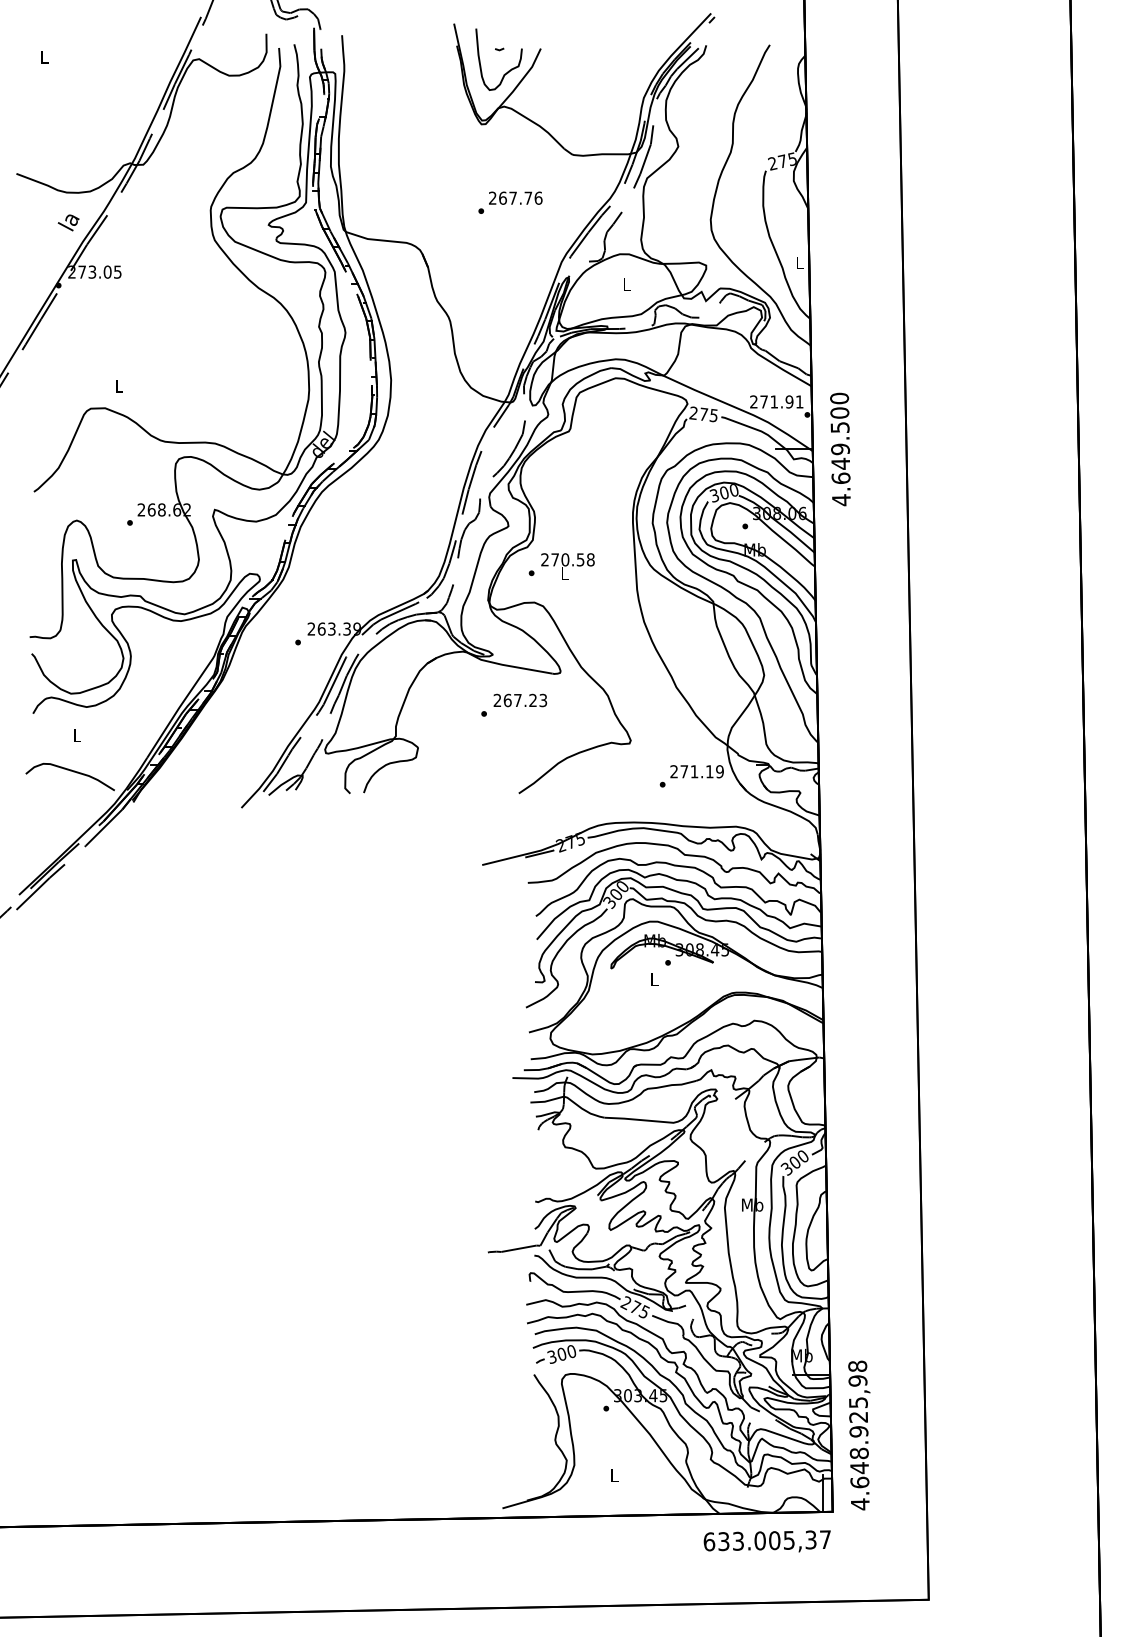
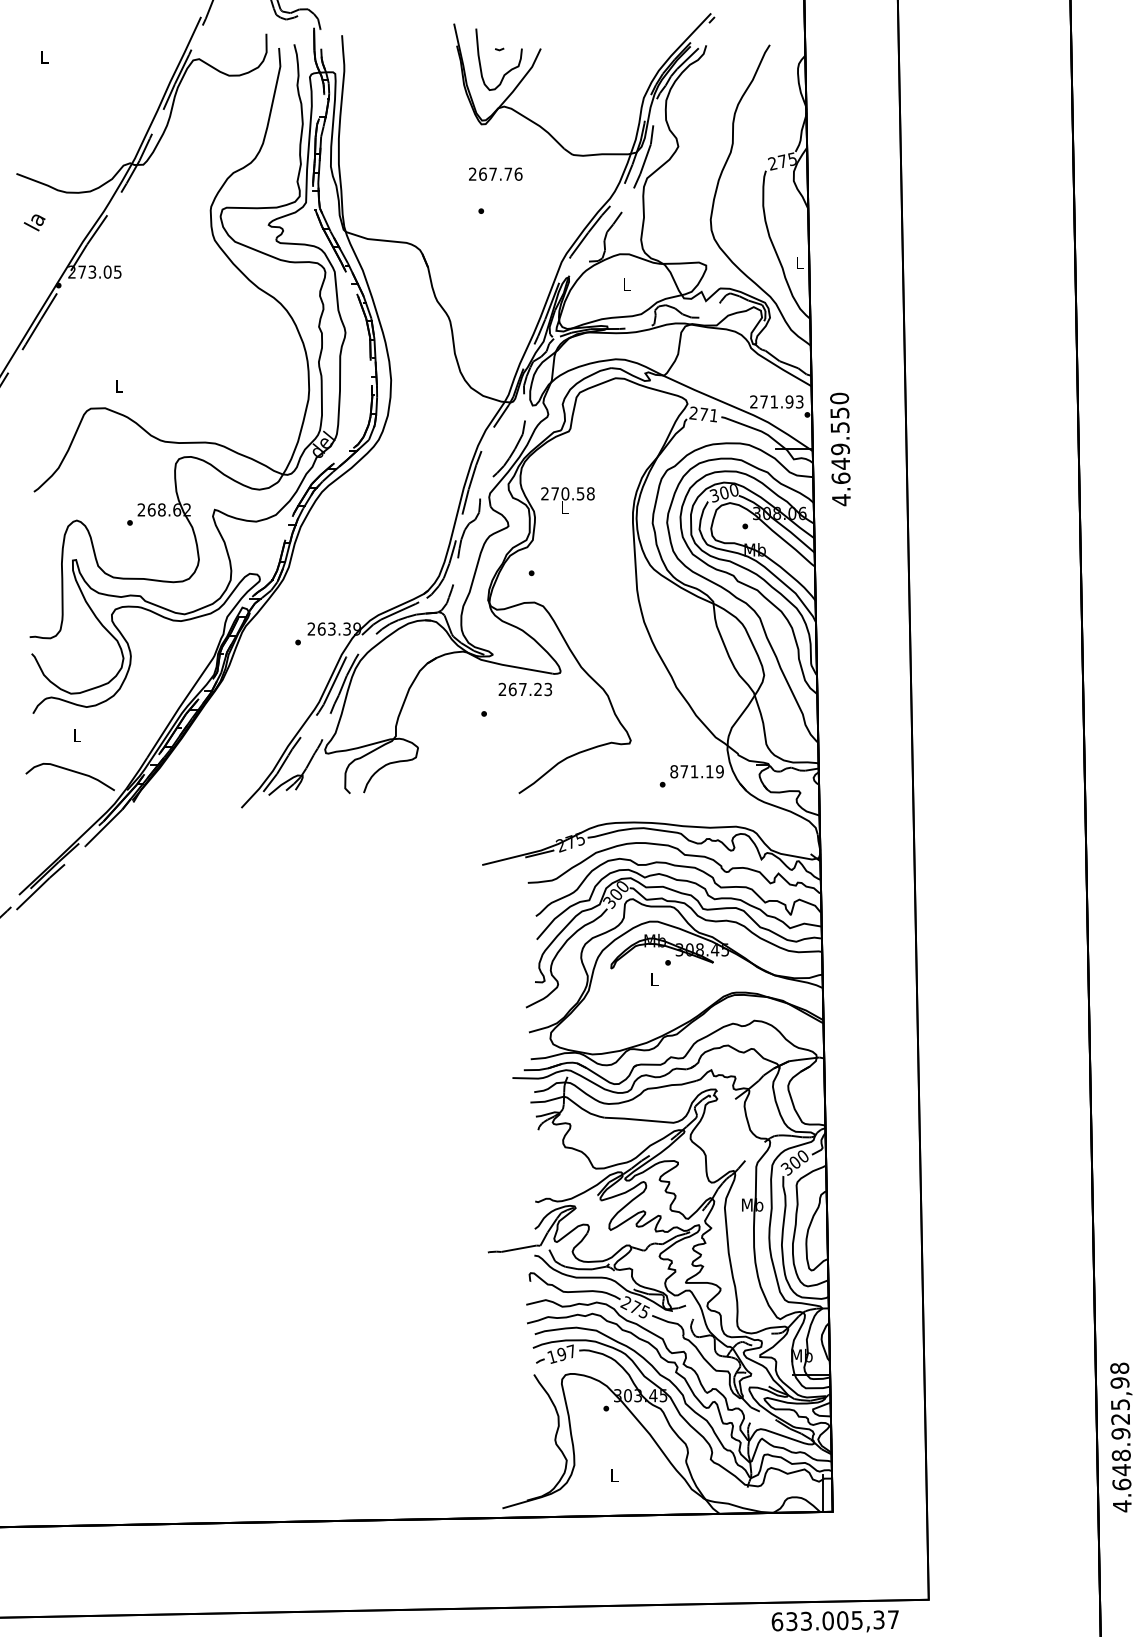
text at (515, 197) position: (515, 197) -> (495, 173)
text at (68, 222) position: (68, 222) -> (34, 222)
text at (799, 401): 271.91 -> 271.93
text at (839, 412): 4.649.500 -> 4.649.550
text at (713, 415): 275 -> 271
text at (567, 566) position: (567, 566) -> (567, 500)
text at (520, 700) position: (520, 700) -> (525, 689)
text at (674, 771): 271.19 -> 871.19
text at (561, 1353): 300 -> 197
text at (859, 1435) position: (859, 1435) -> (1121, 1437)
text at (766, 1541) position: (766, 1541) -> (834, 1621)
